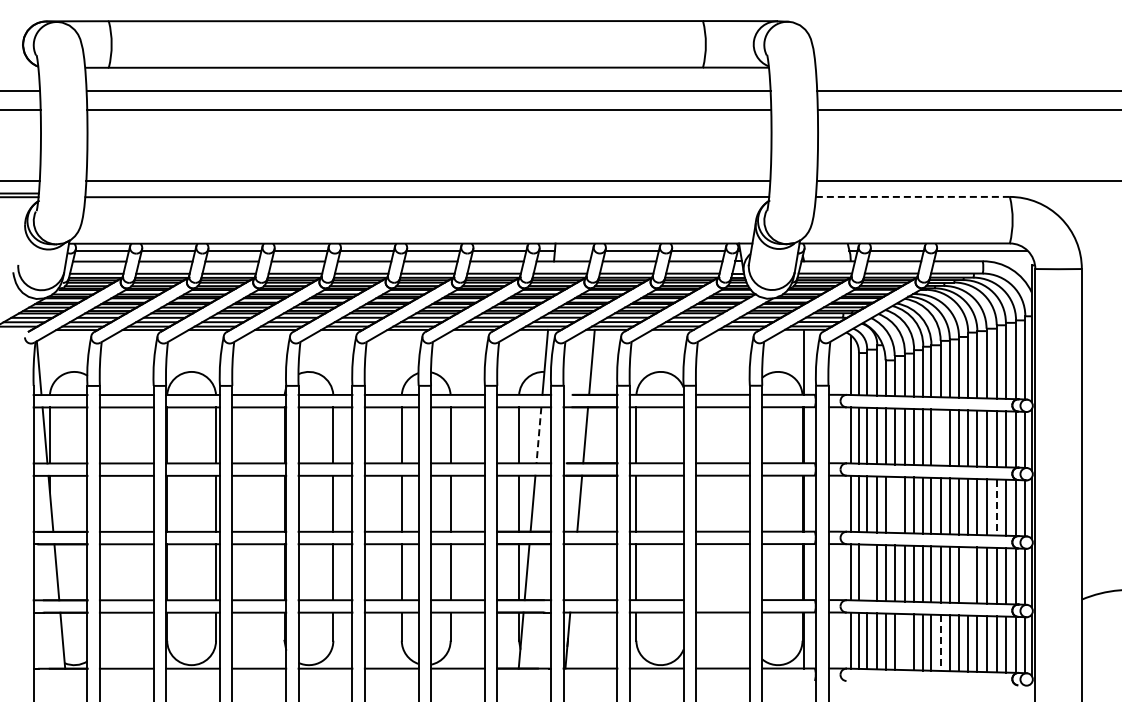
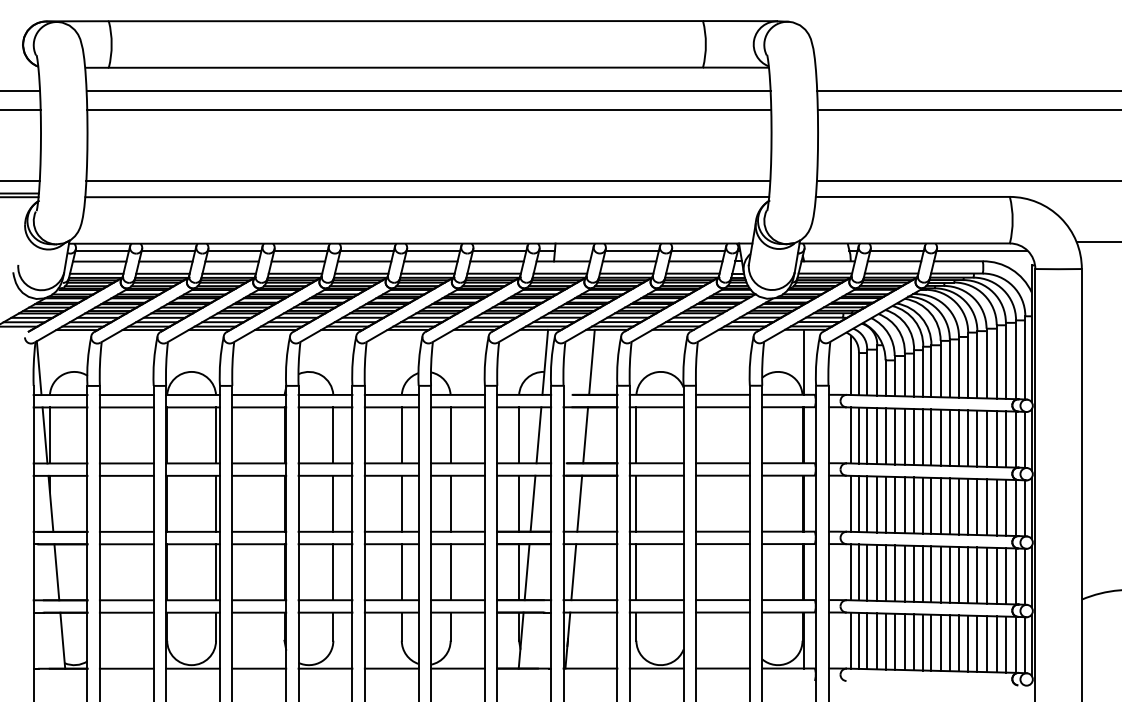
line at (912, 196): dashed -> solid
line at (1097, 242): none -> present
line at (538, 435): dashed -> solid
line at (940, 437): none -> present
line at (894, 504): none -> present
line at (996, 507): dashed -> solid
line at (573, 572): none -> present
line at (867, 572): none -> present
line at (968, 575): none -> present
line at (722, 600): none -> present
line at (904, 642): none -> present
line at (940, 642): dashed -> solid
